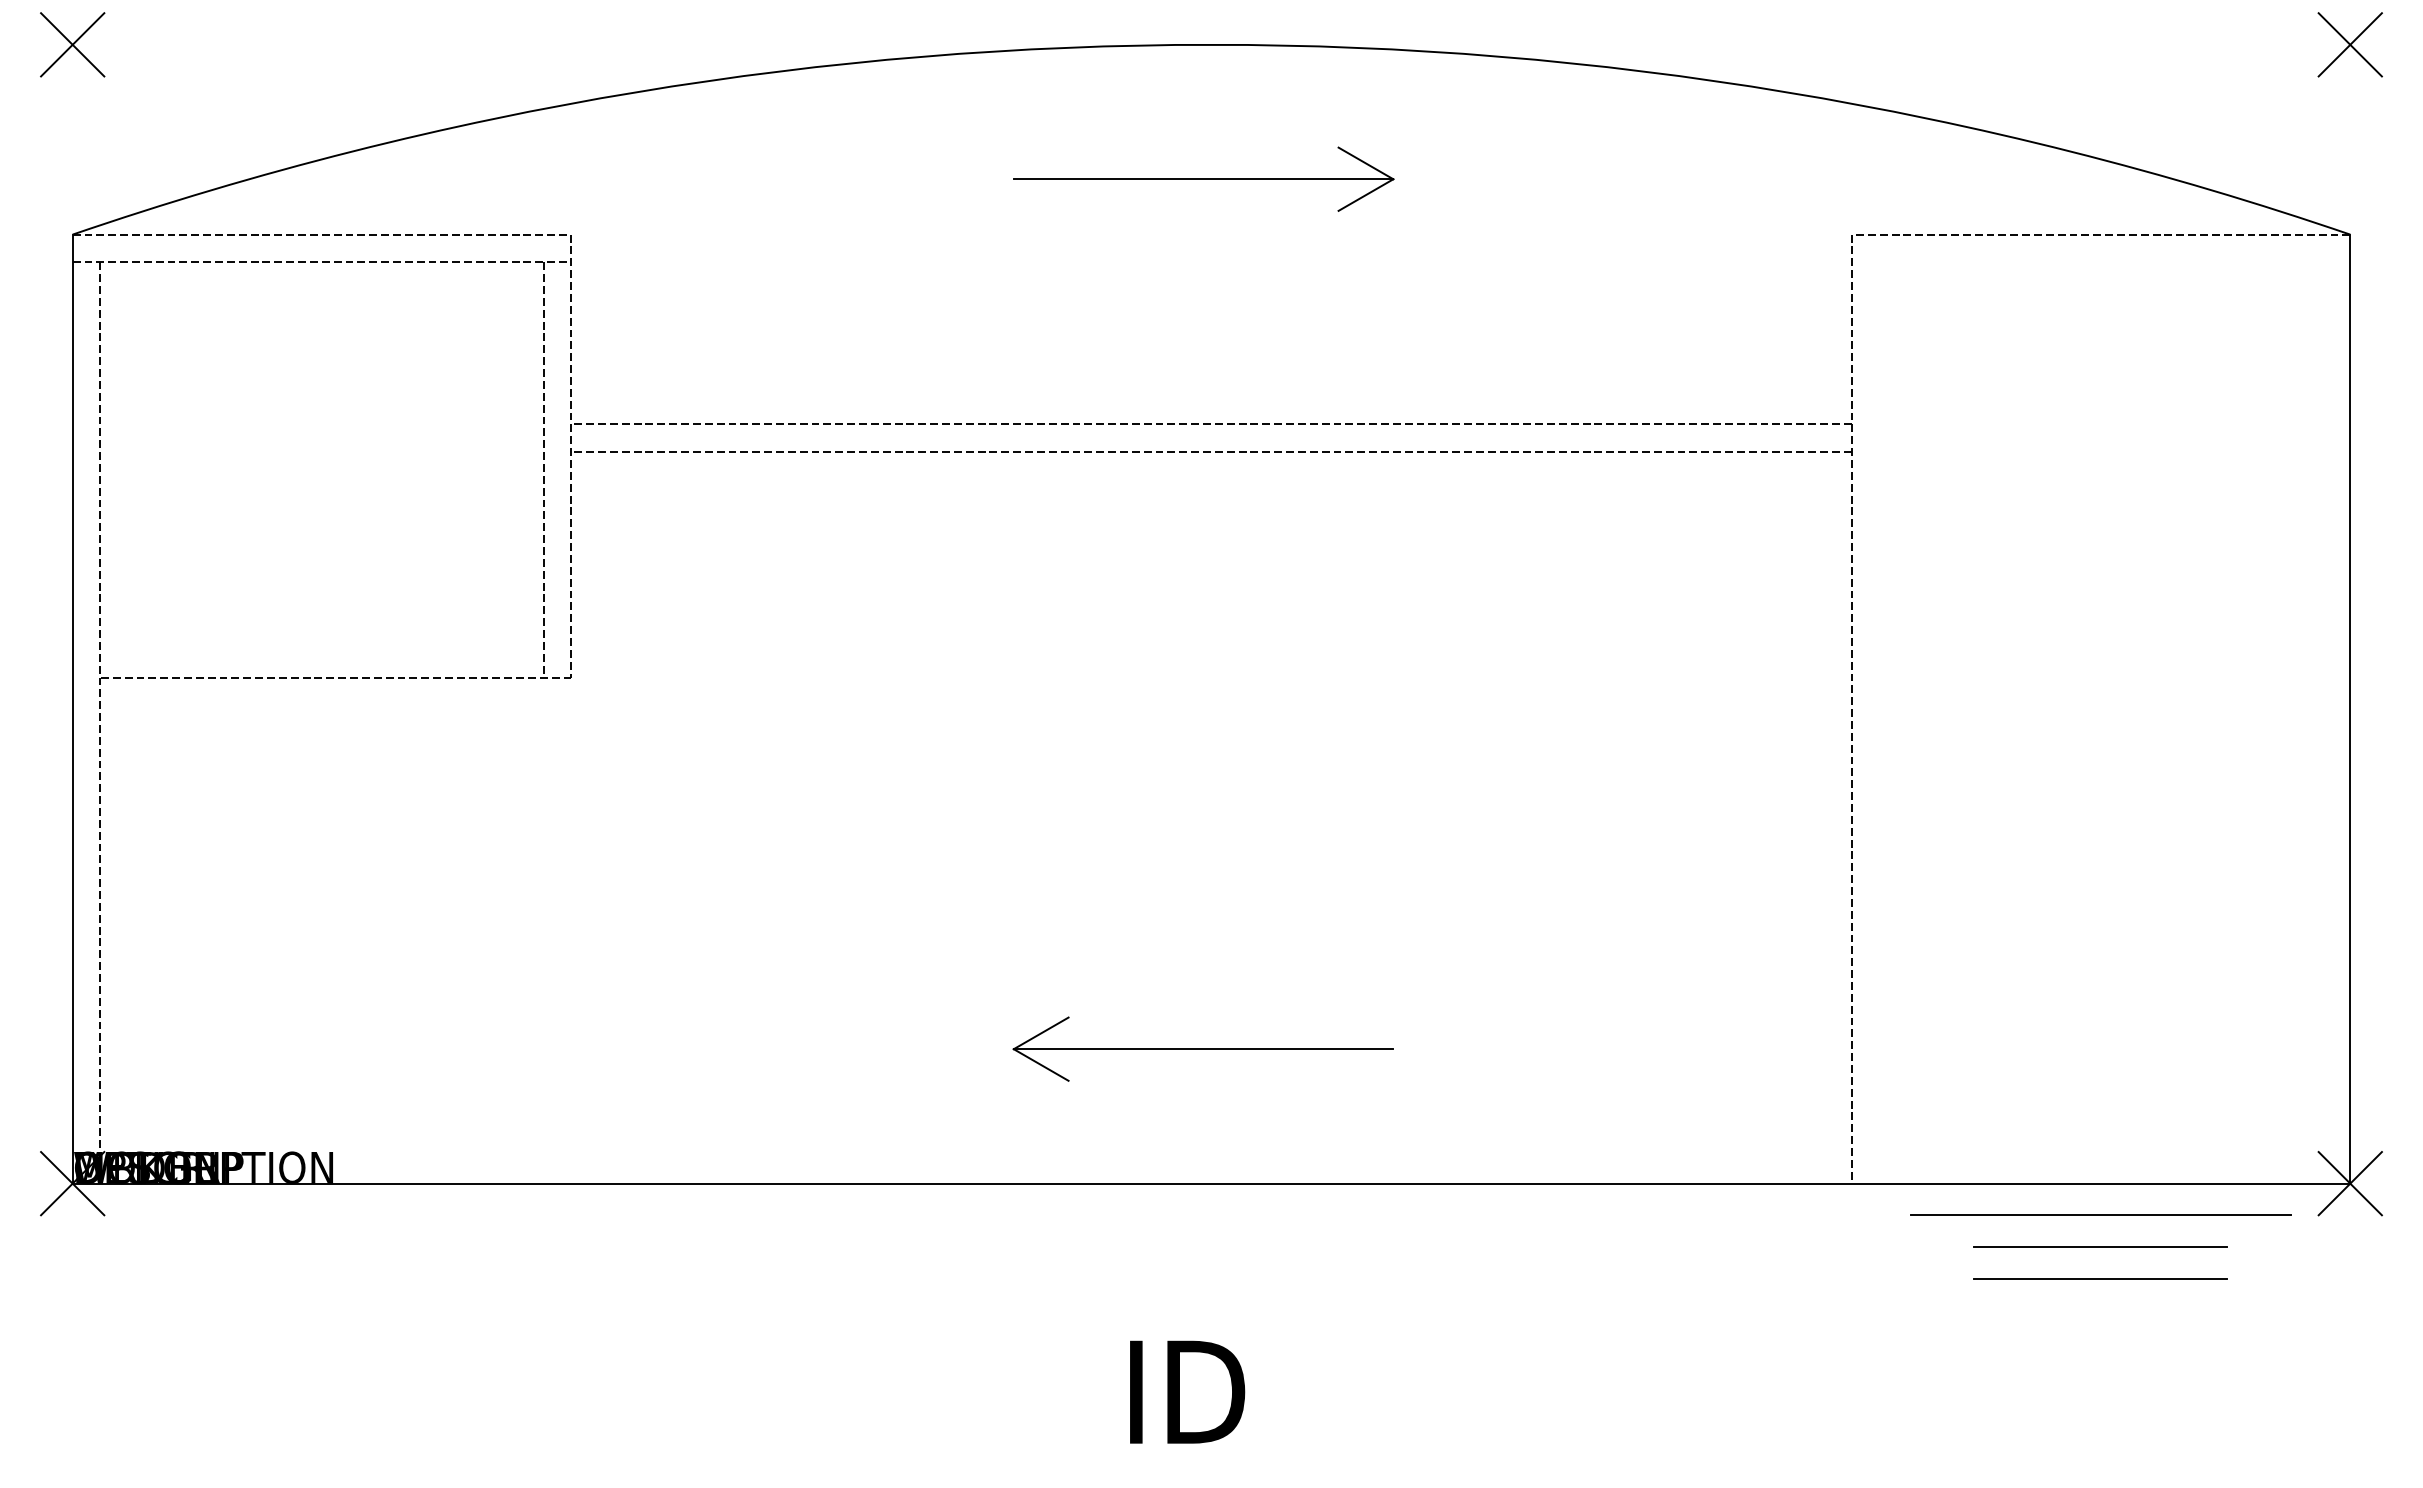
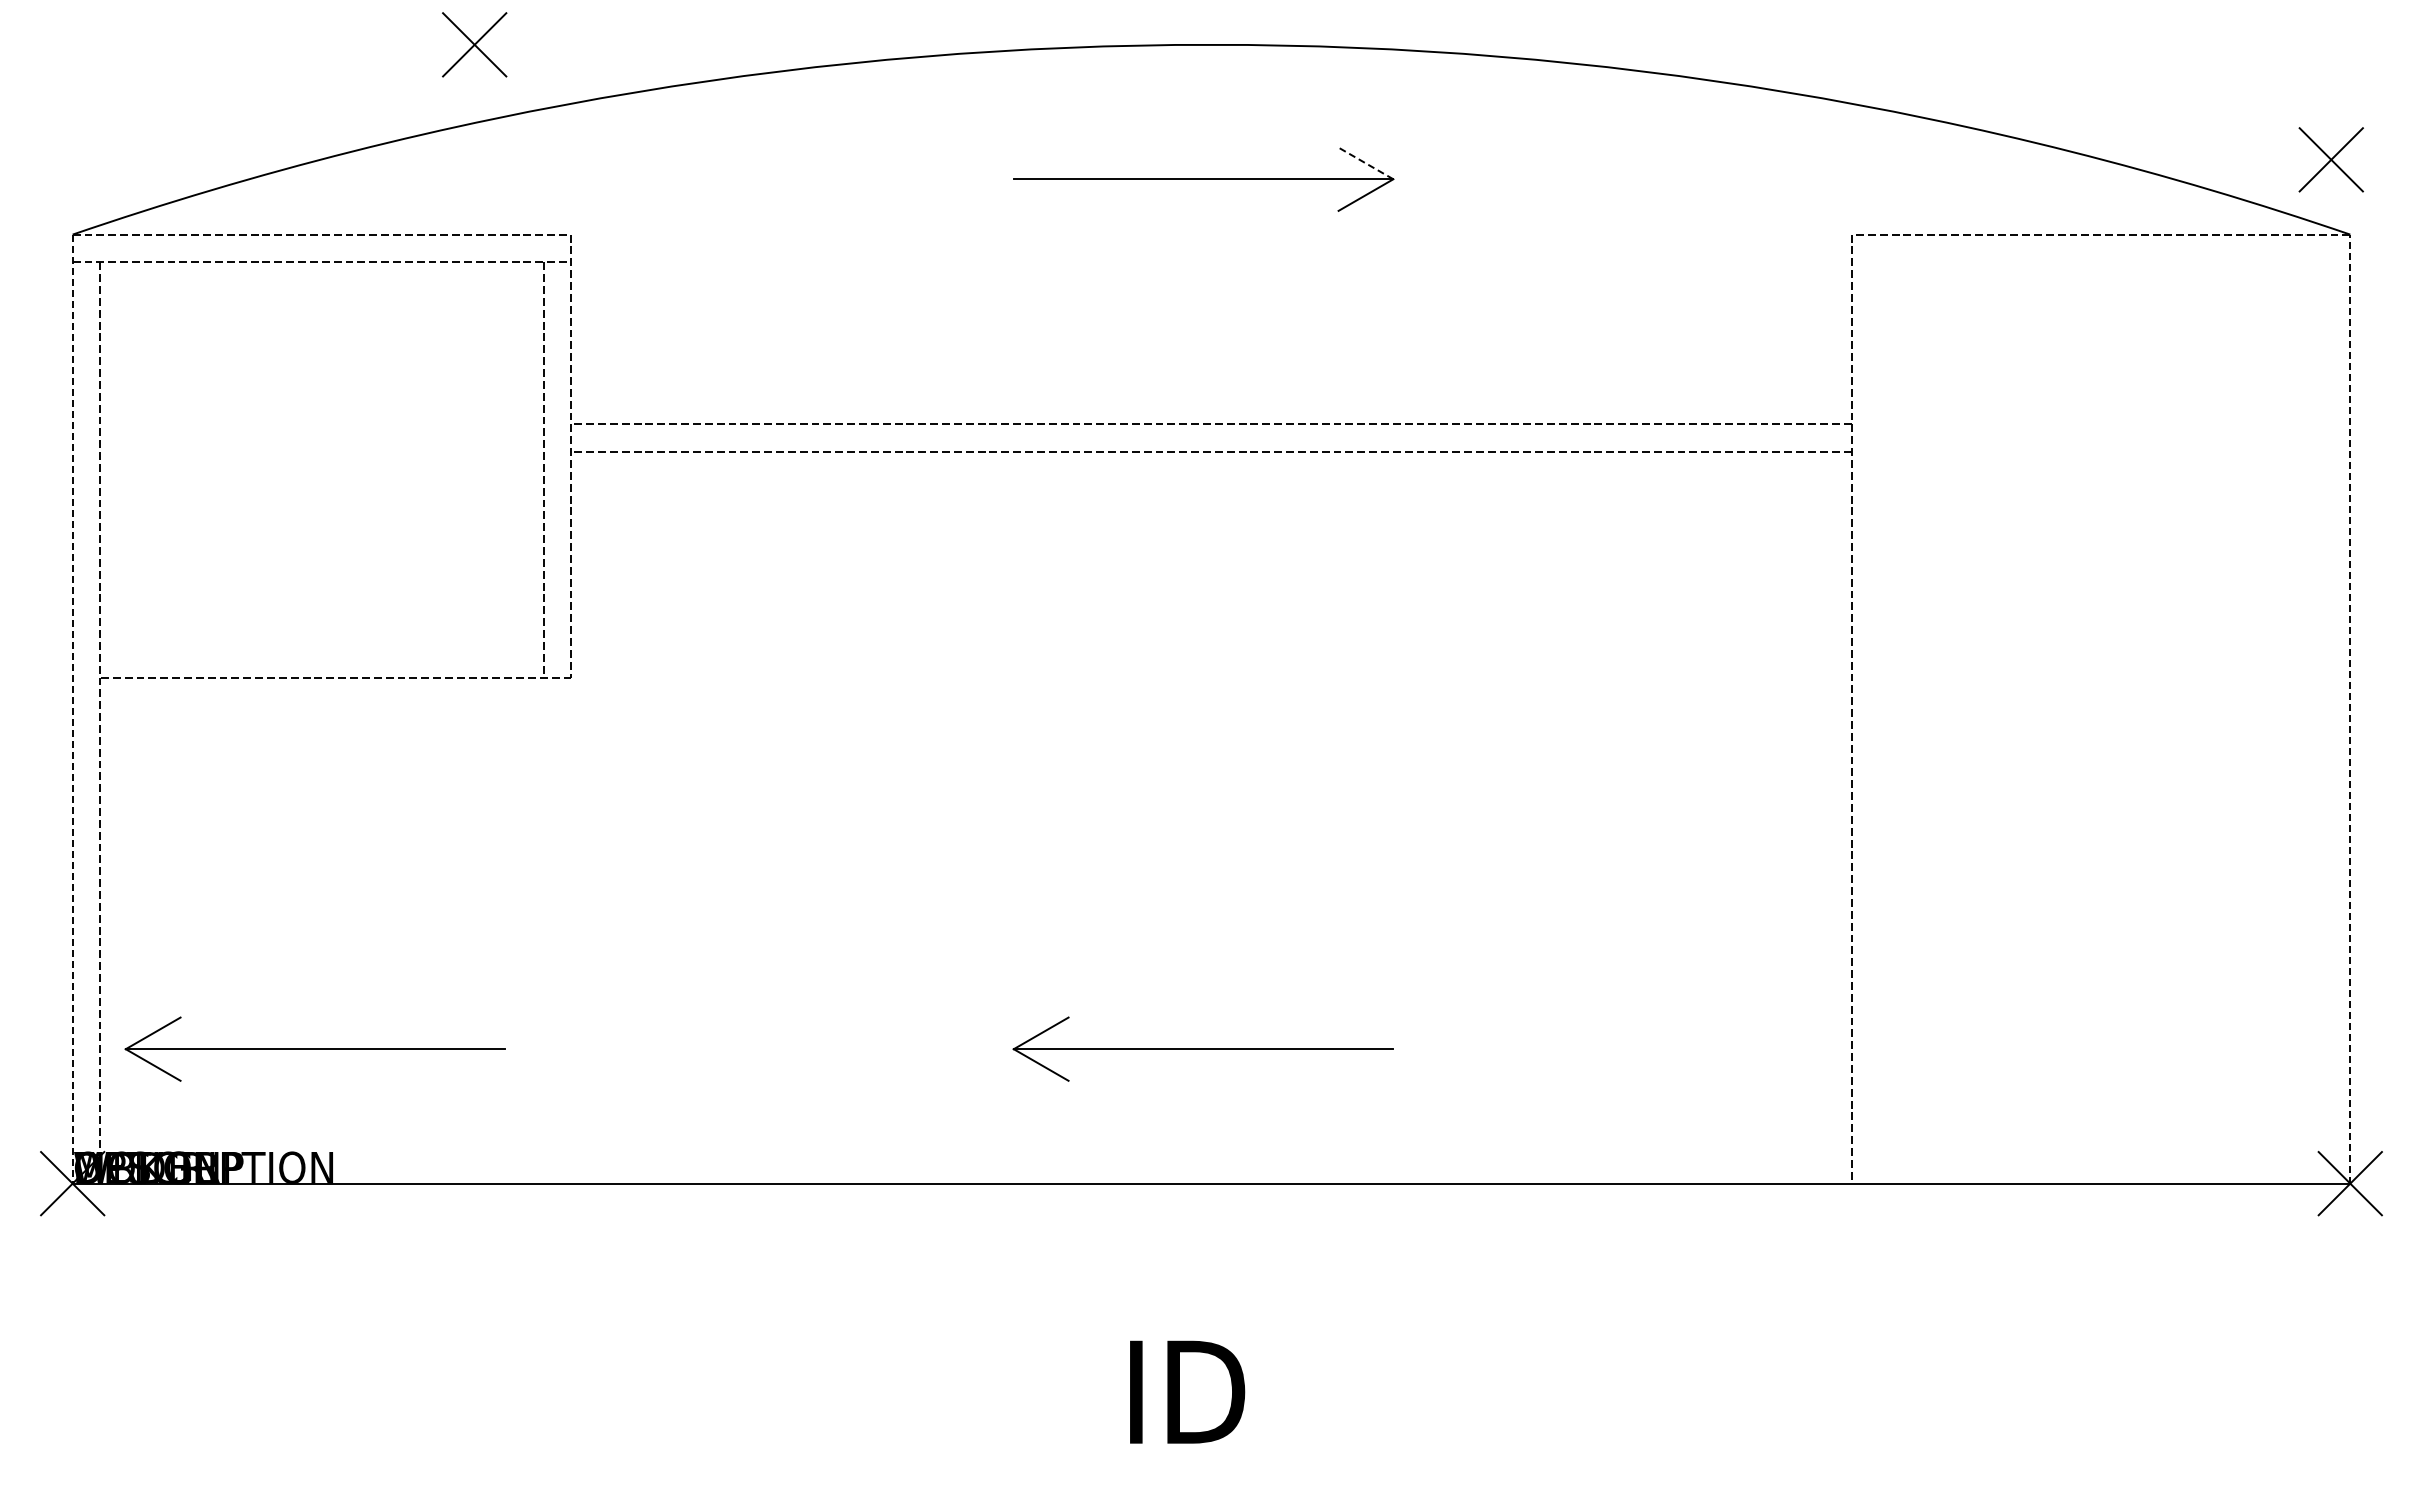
part at (72, 44) position: (72, 44) -> (474, 44)
part at (2349, 44) position: (2349, 44) -> (2330, 159)
line at (1365, 163): solid -> dashed
line at (72, 709): solid -> dashed
line at (2350, 709): solid -> dashed
part at (314, 1048): none -> present
line at (2100, 1215): present -> none
line at (2100, 1246): present -> none
line at (2100, 1278): present -> none
